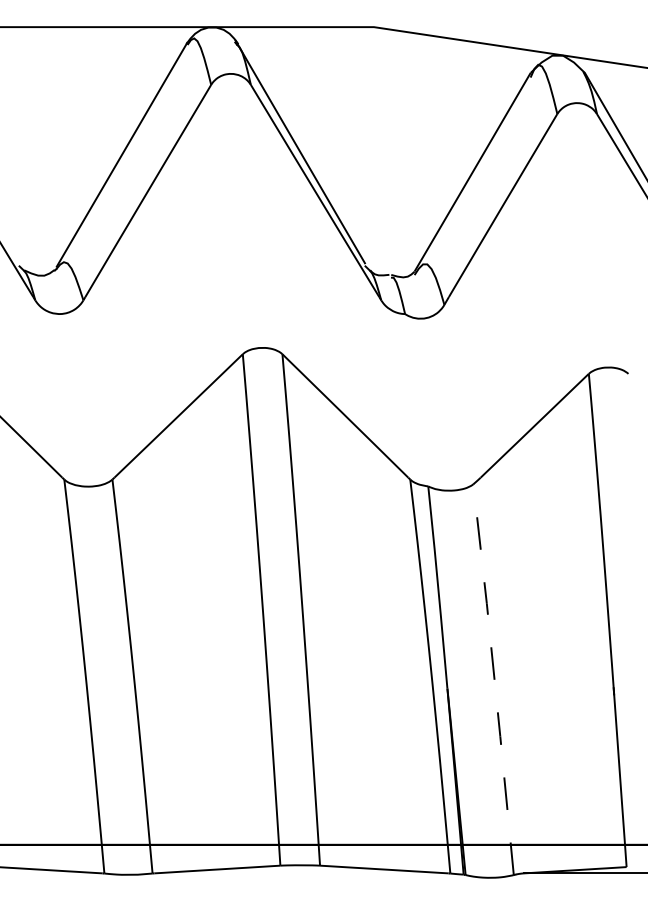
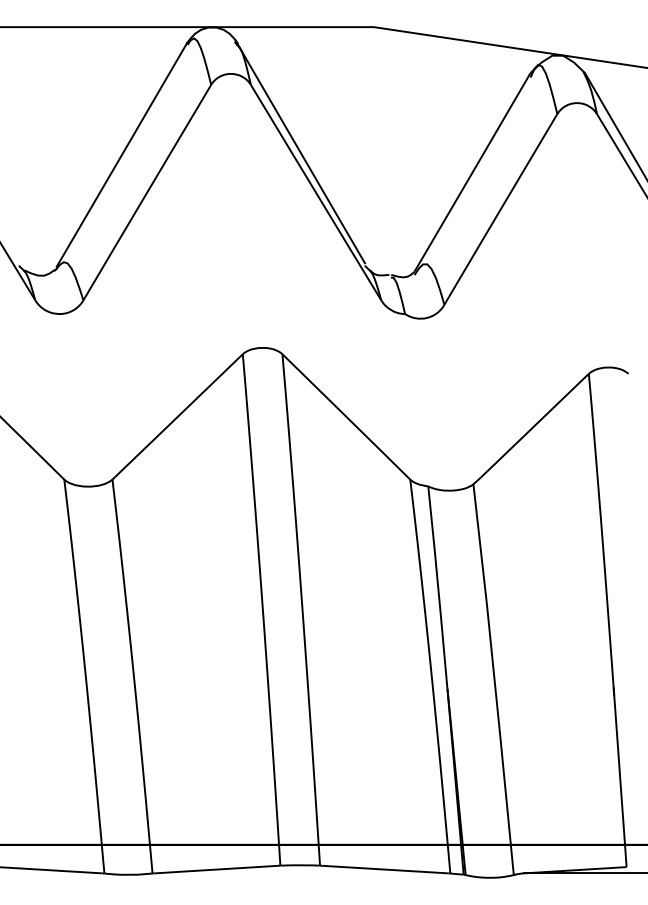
line at (494, 679): dashed -> solid
